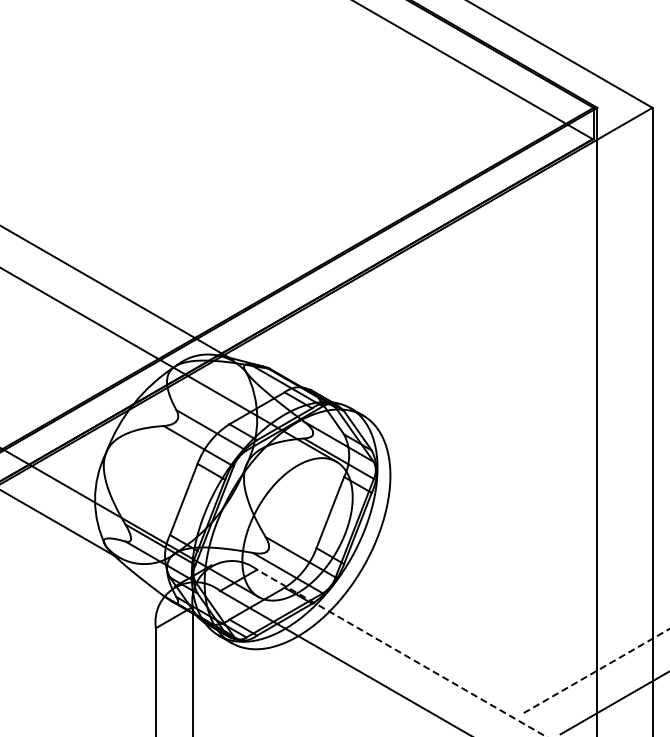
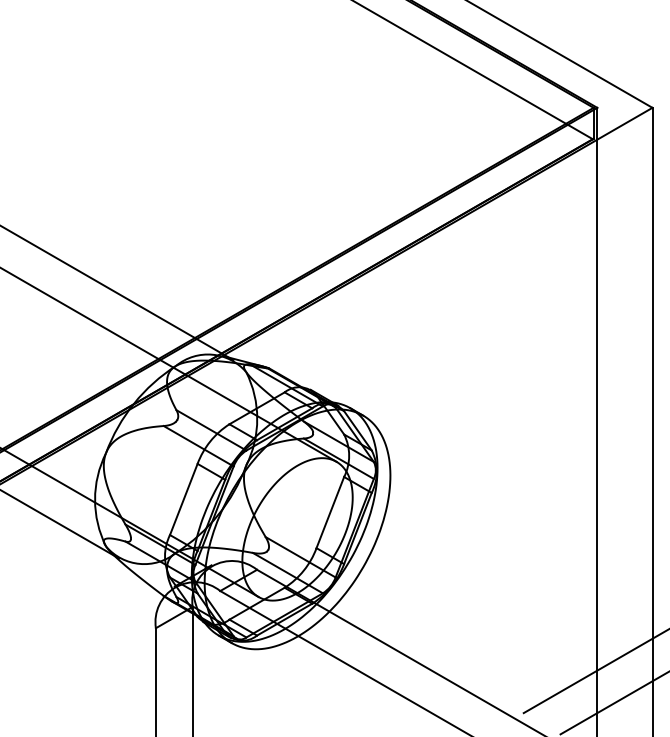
line at (401, 653): dashed -> solid
line at (597, 670): dashed -> solid
